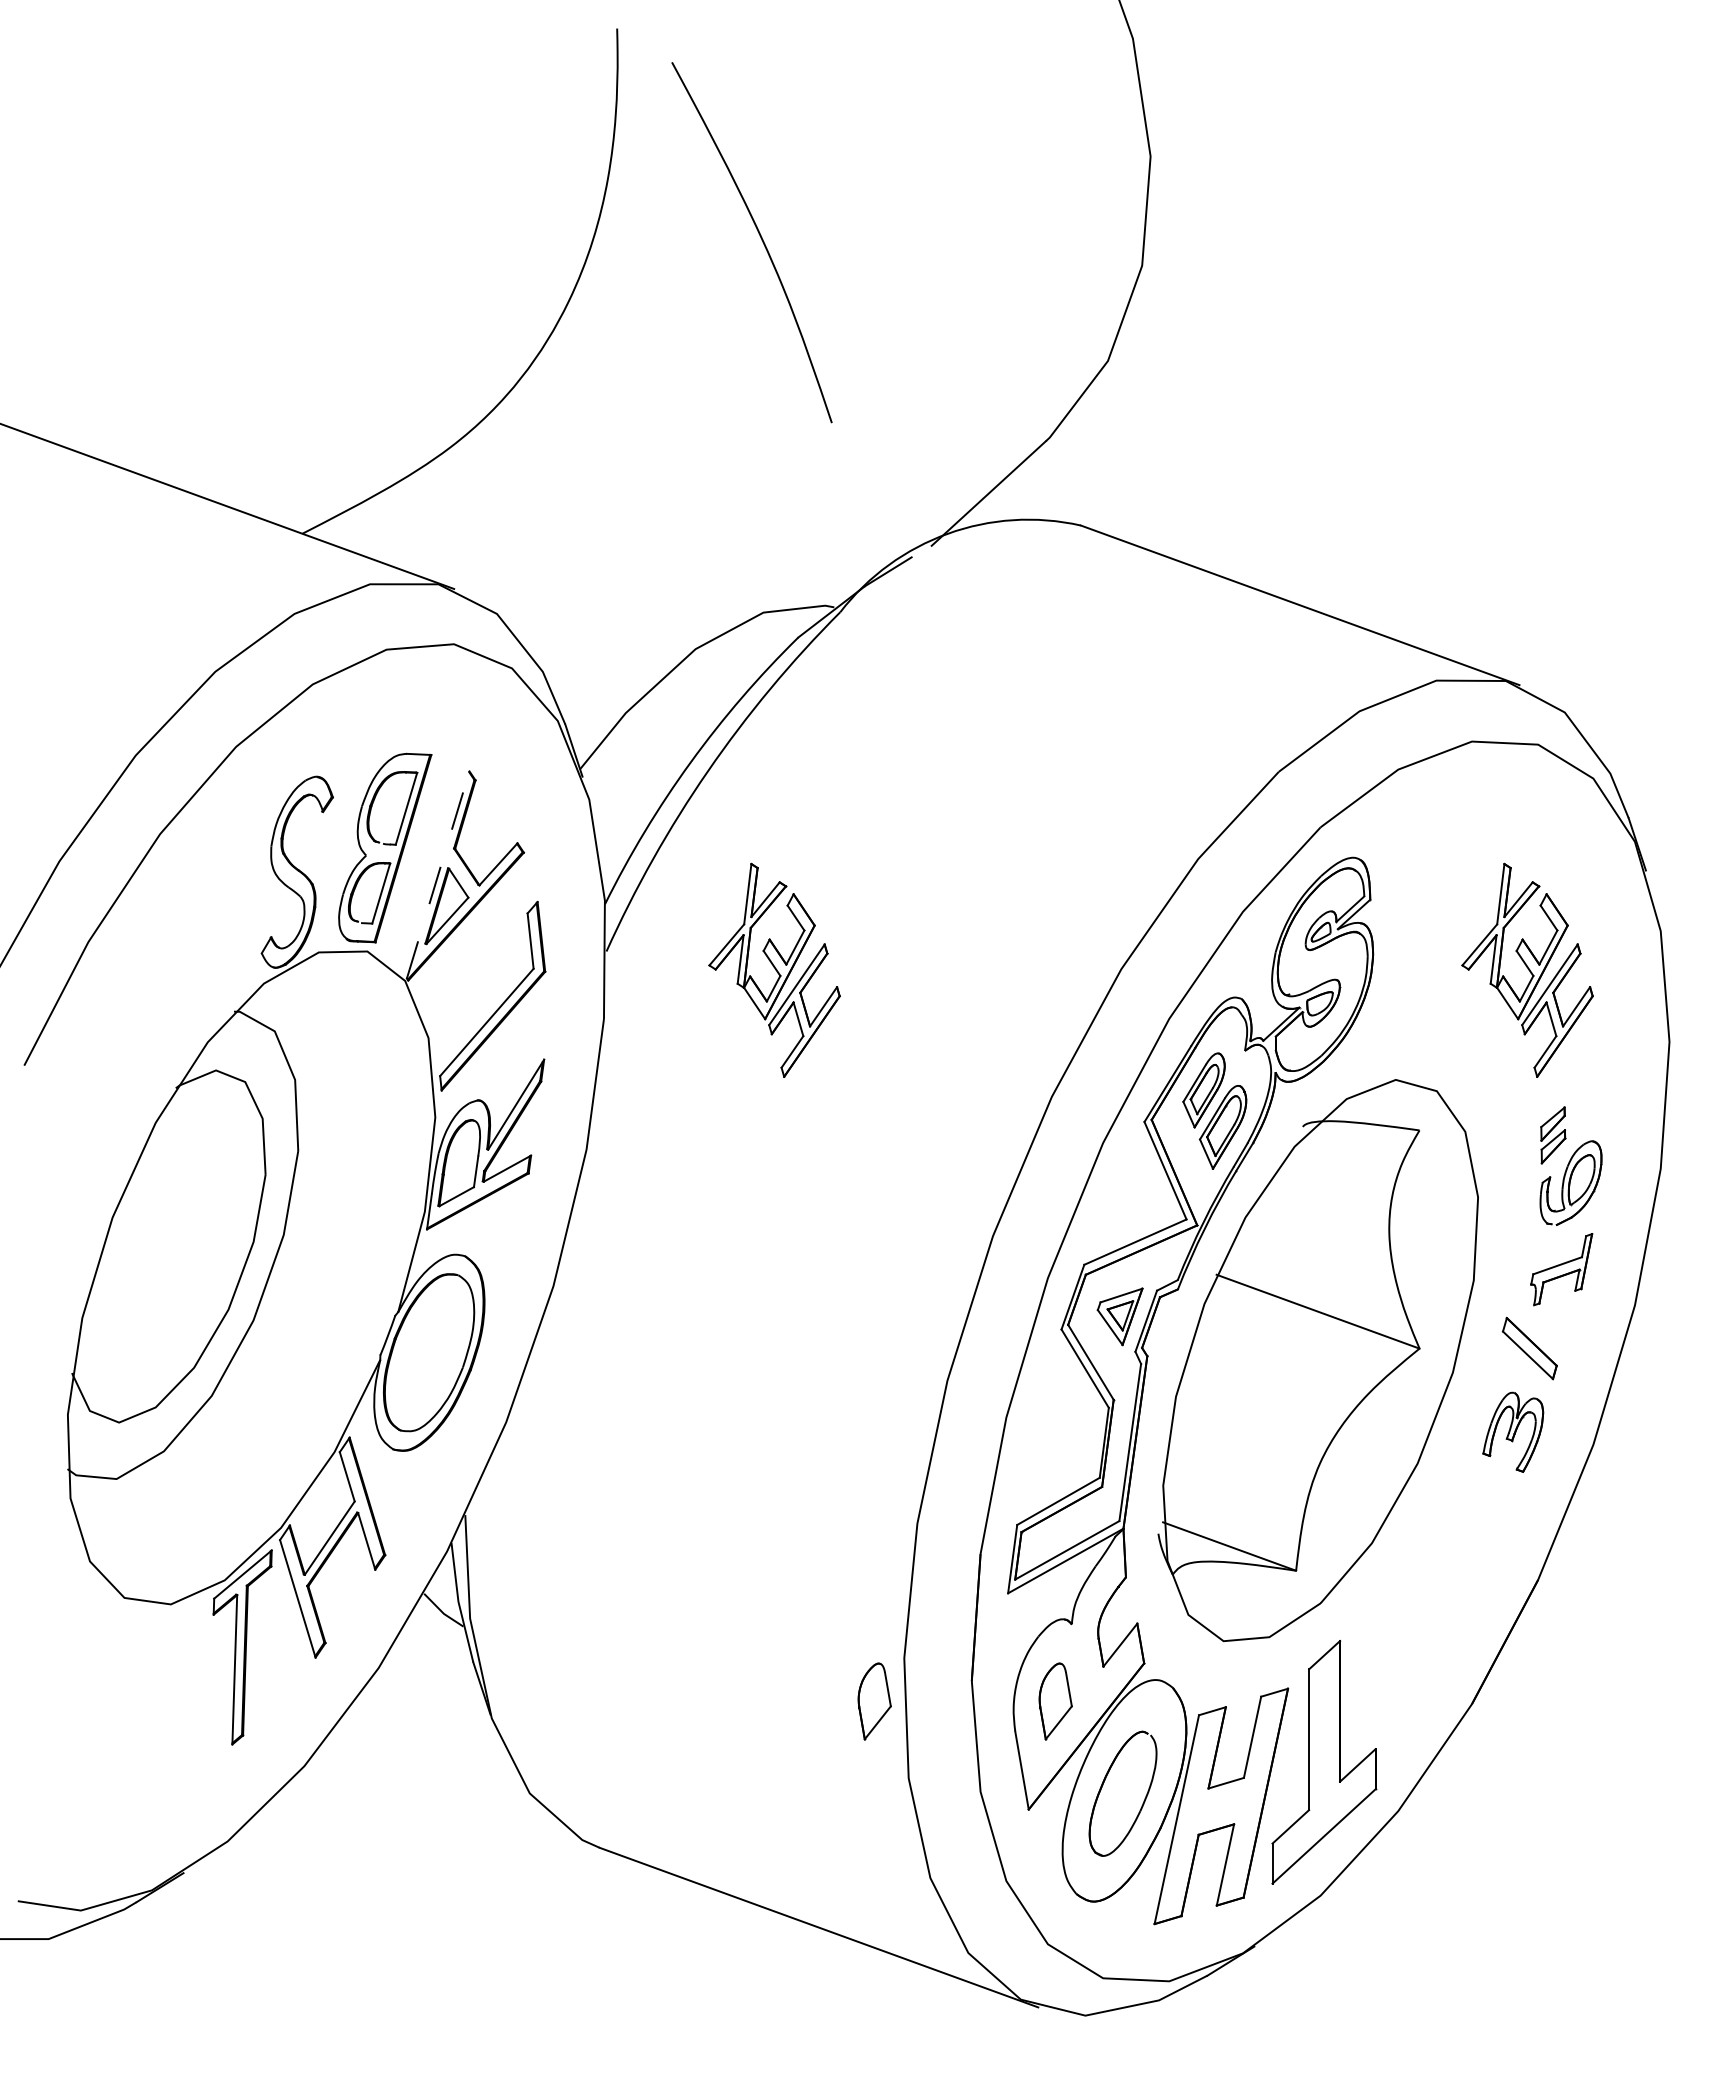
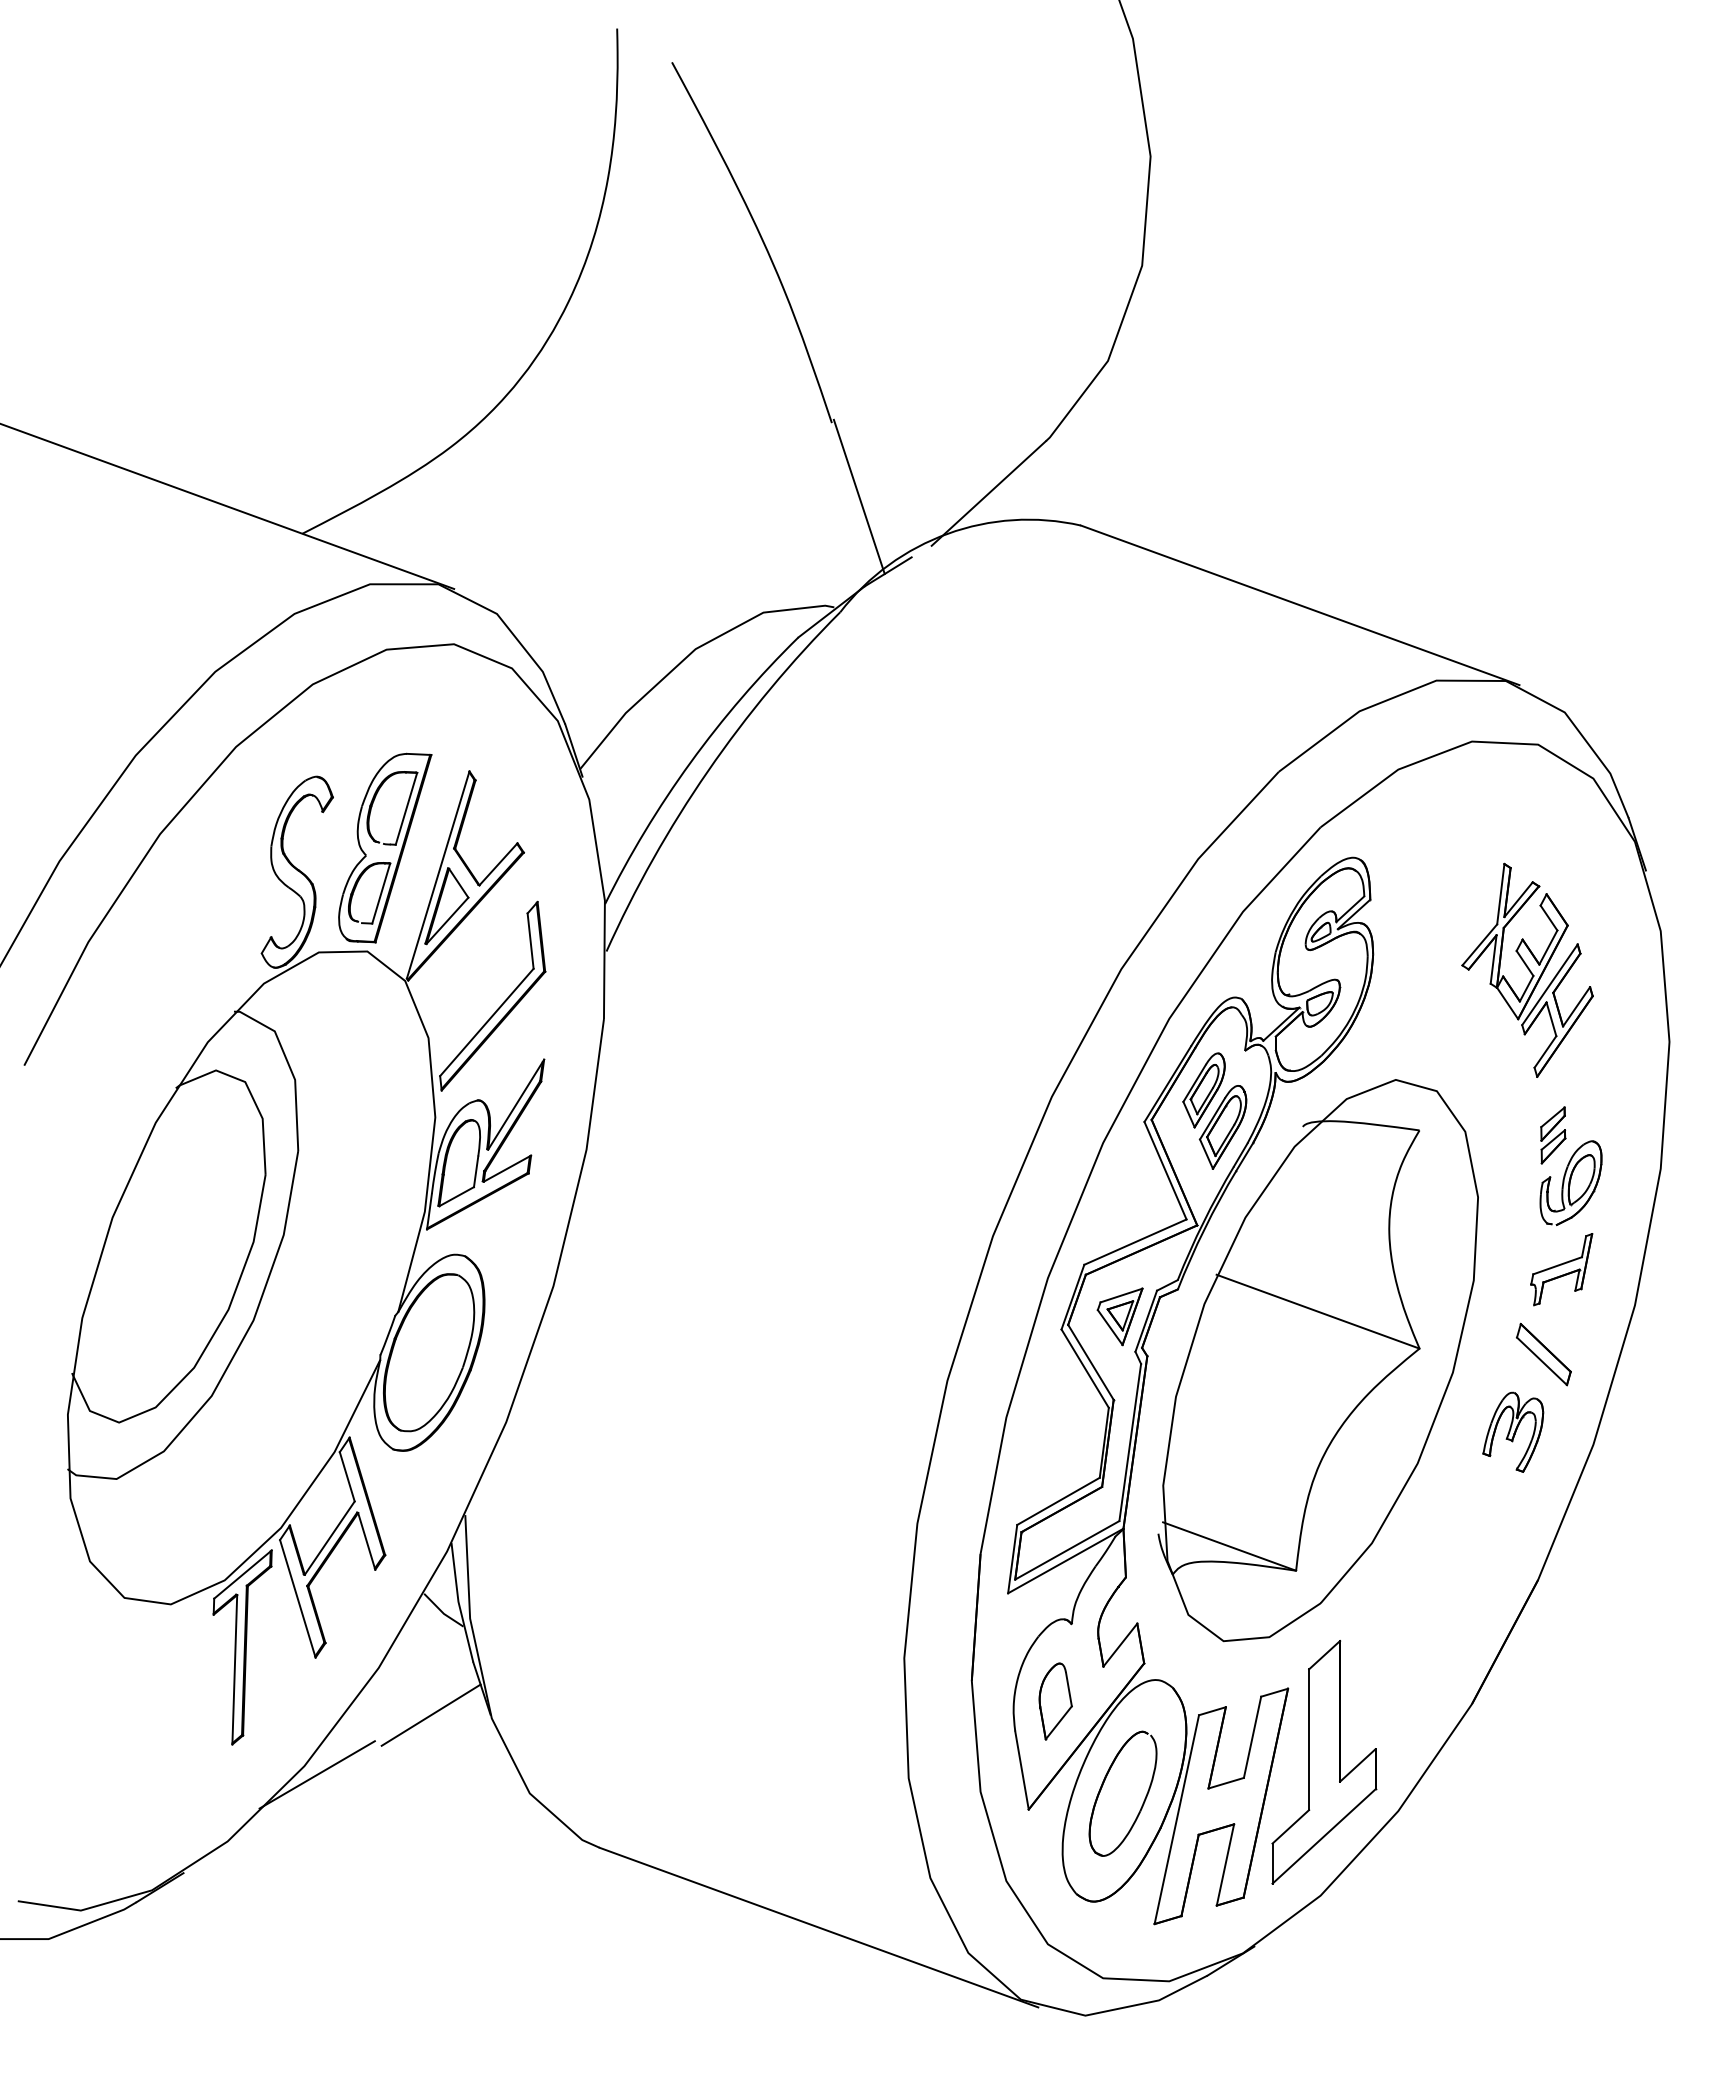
line at (858, 496): none -> present
line at (438, 874): dashed -> solid
part at (774, 969): present -> none
part at (1529, 1348) position: (1529, 1348) -> (1543, 1354)
part at (874, 1701): present -> none
line at (430, 1714): none -> present
line at (316, 1774): none -> present
